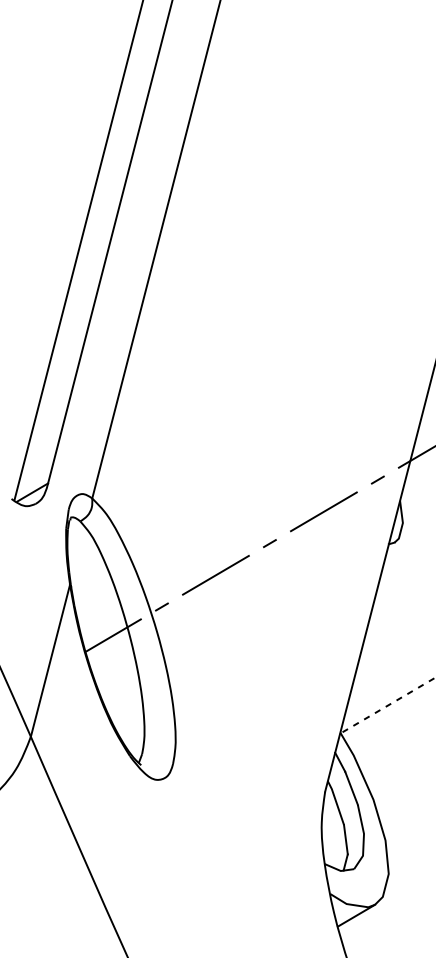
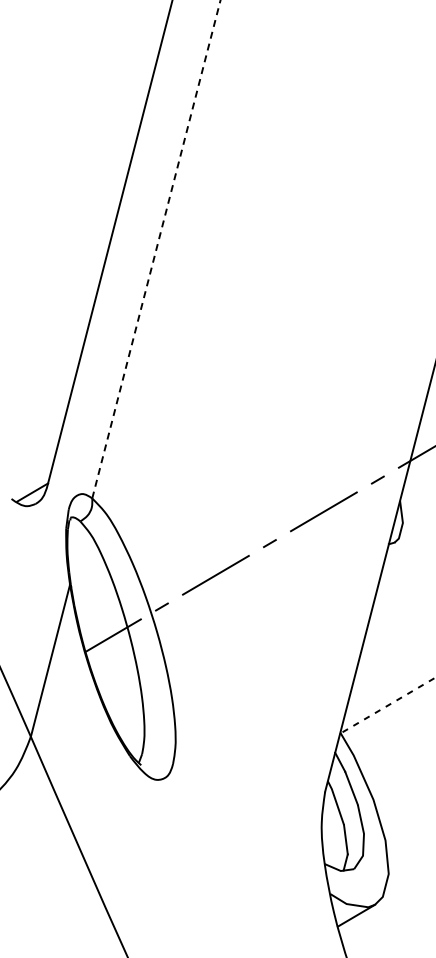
line at (156, 248): solid -> dashed
line at (78, 251): present -> none
